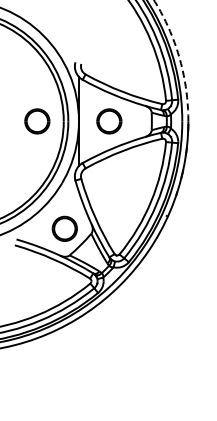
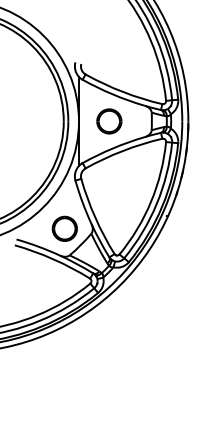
arc at (179, 56): dashed -> solid
part at (37, 121): present -> none
